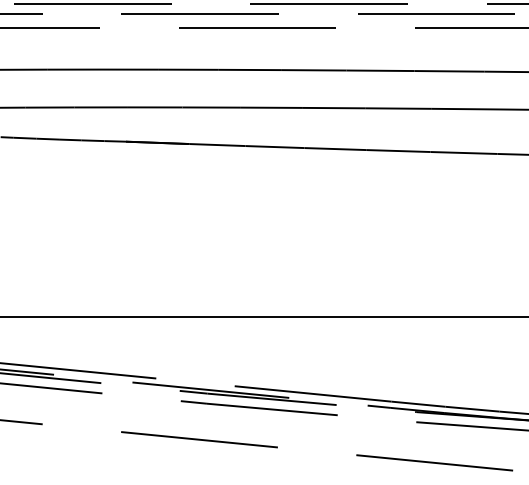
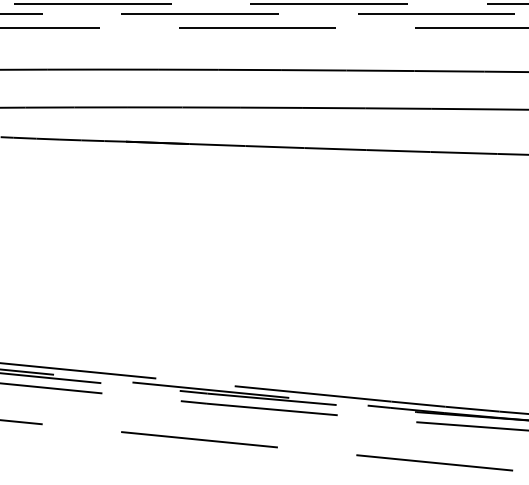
line at (263, 316): present -> none
